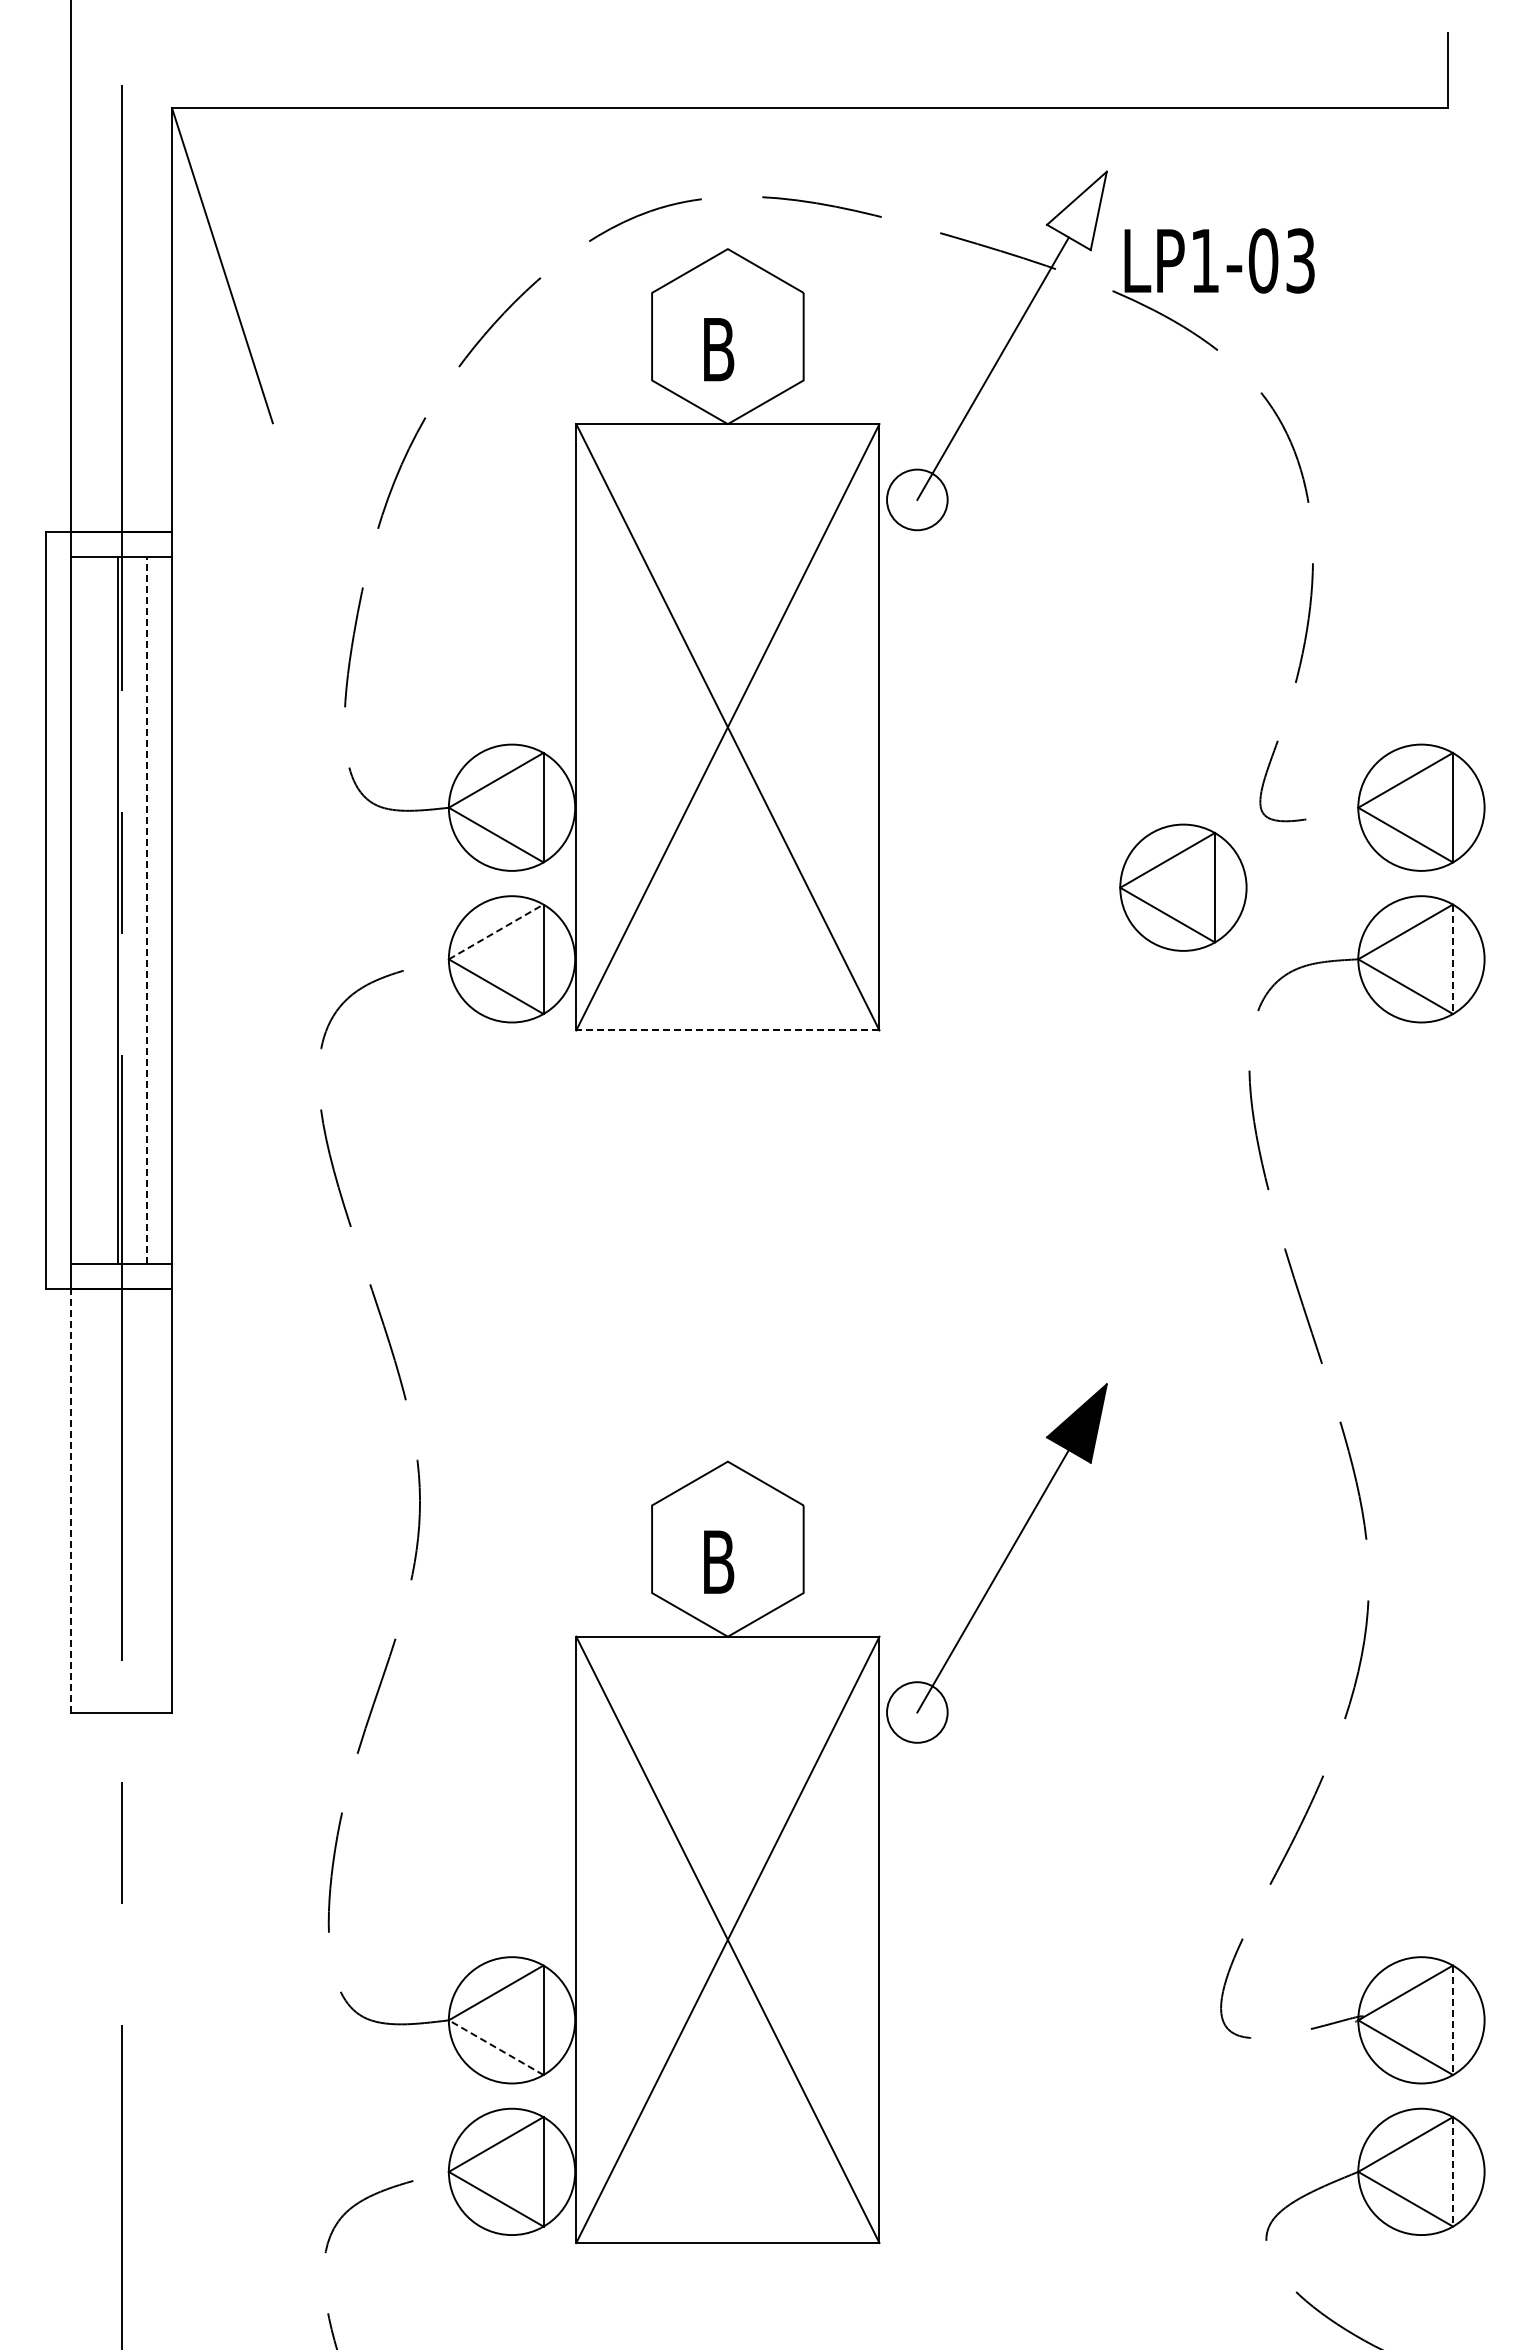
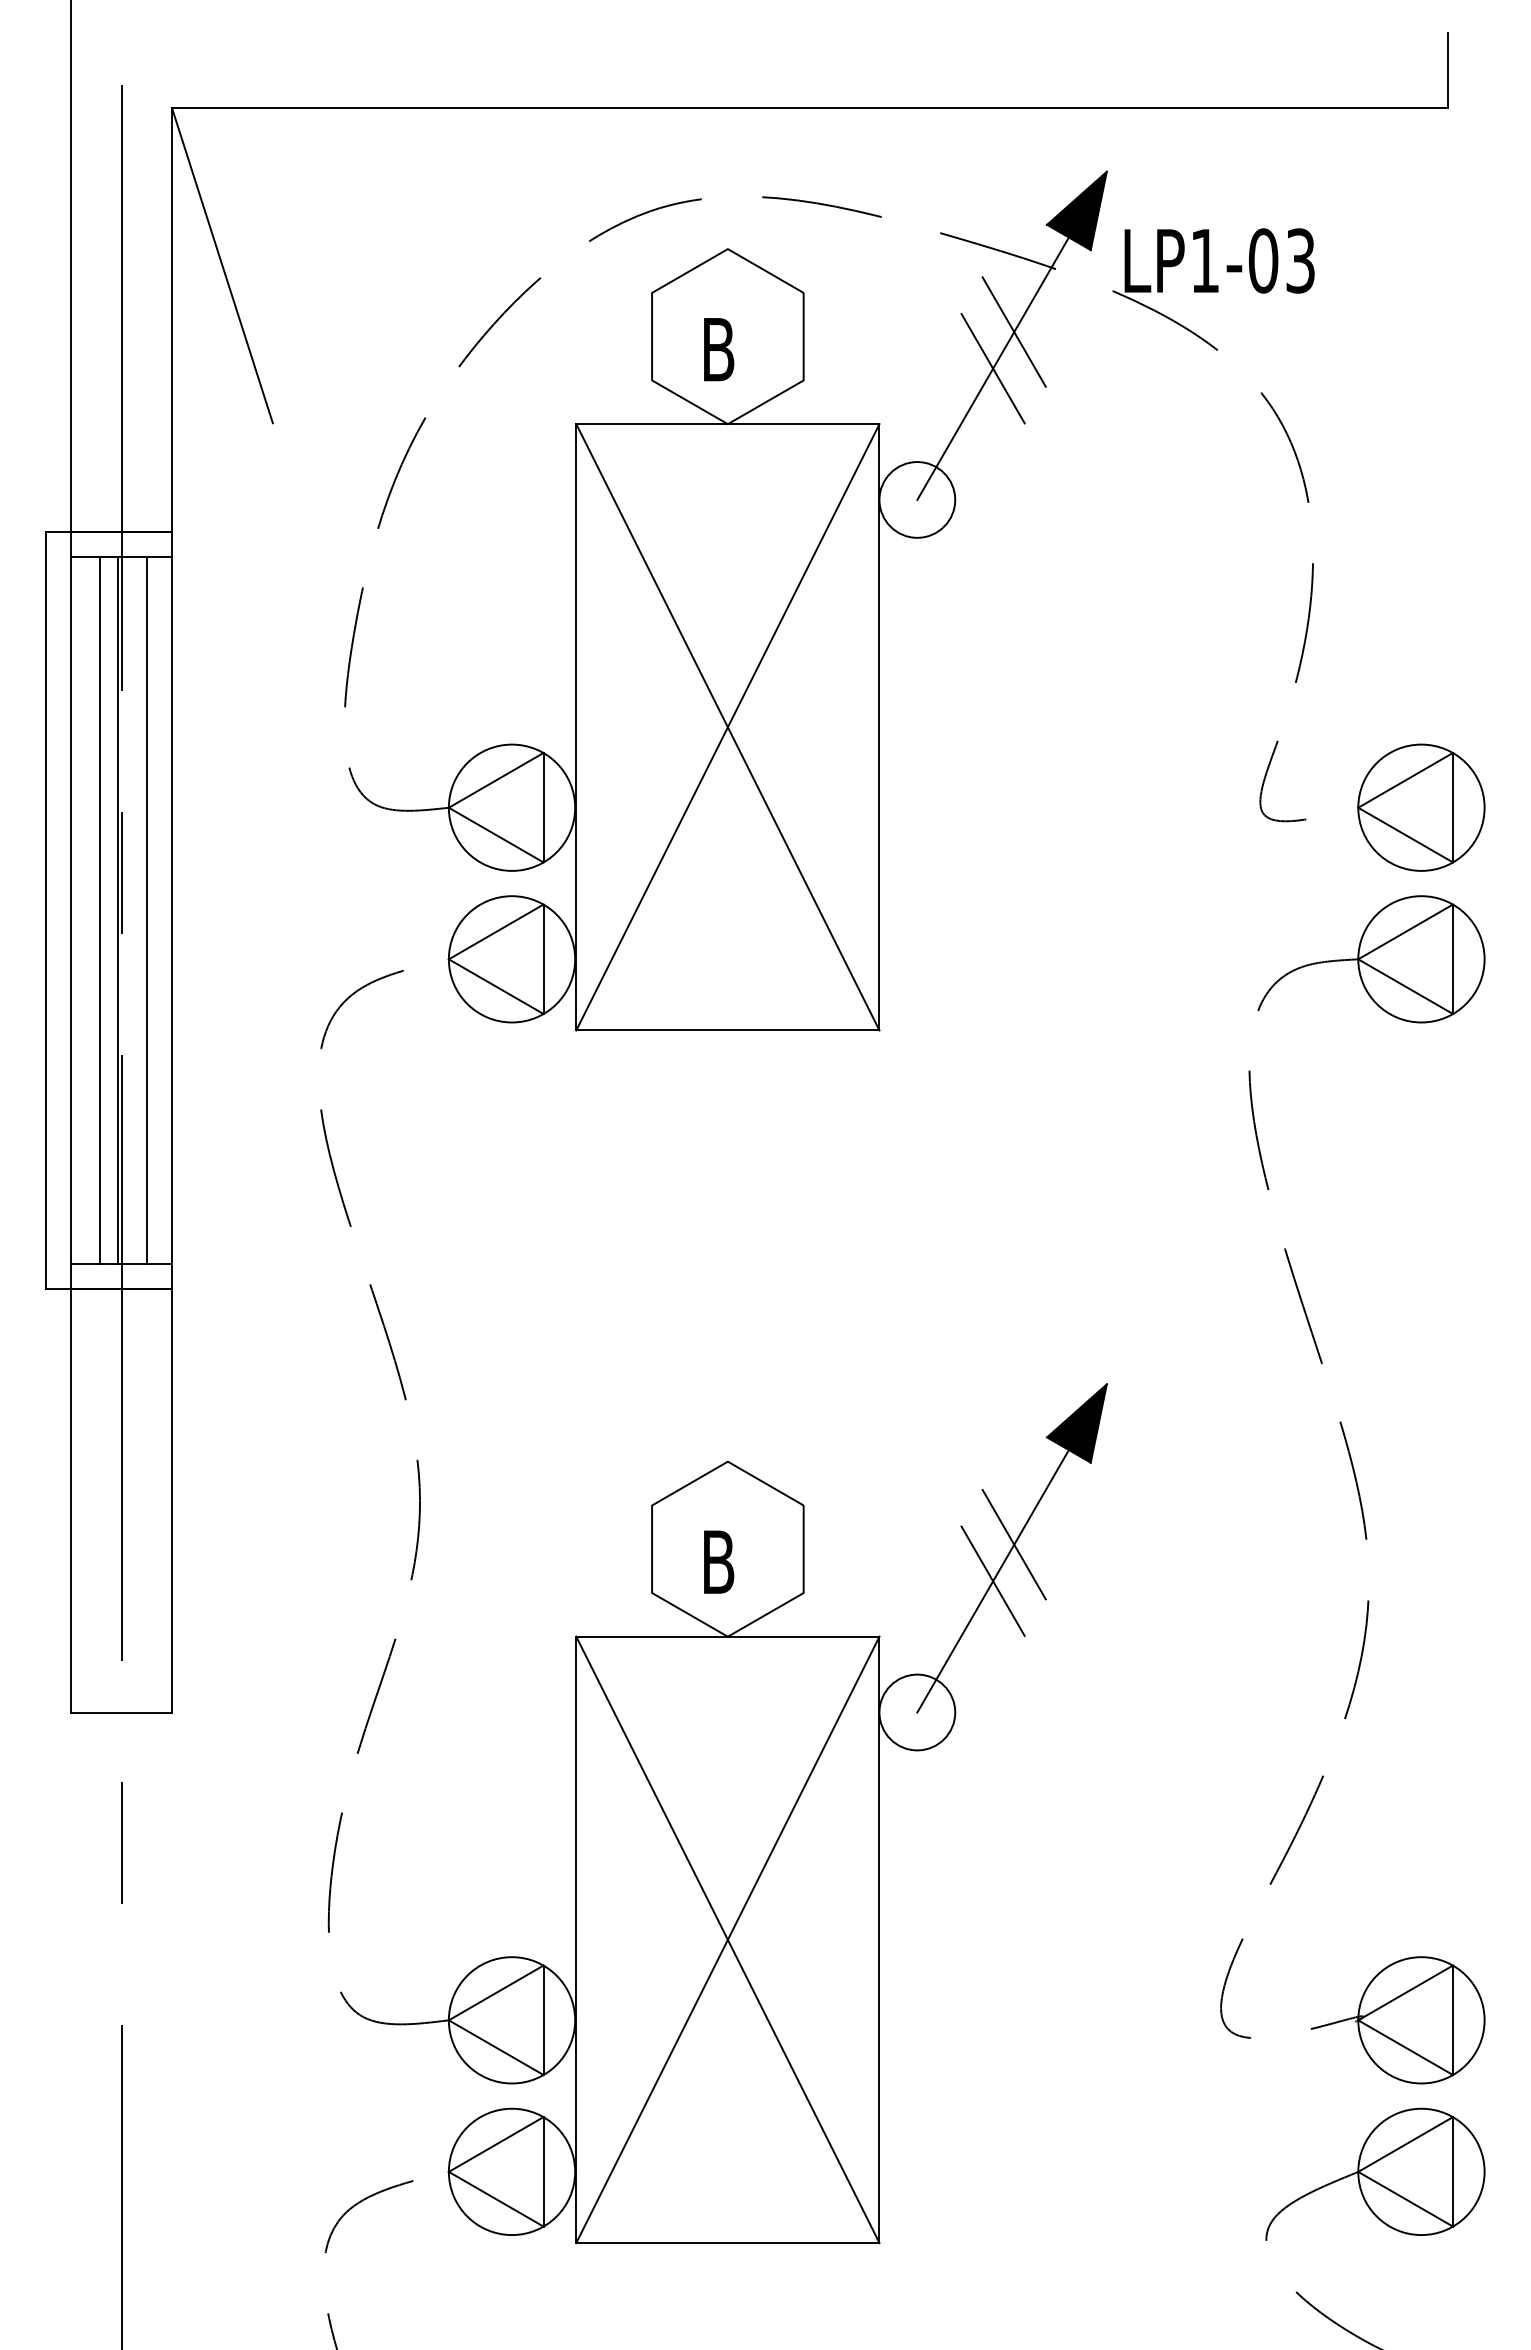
fill at (1076, 210): none -> present
line at (1013, 331): none -> present
line at (992, 368): none -> present
circle at (917, 499) diameter: 61 px -> 76 px
part at (1183, 887): present -> none
line at (99, 910): none -> present
line at (146, 910): dashed -> solid
line at (496, 931): dashed -> solid
line at (1453, 959): dashed -> solid
line at (727, 1030): dashed -> solid
line at (71, 1500): dashed -> solid
line at (1013, 1544): none -> present
line at (992, 1580): none -> present
circle at (917, 1712) diameter: 61 px -> 76 px
line at (1453, 2020): dashed -> solid
line at (496, 2047): dashed -> solid
line at (1453, 2171): dashed -> solid
